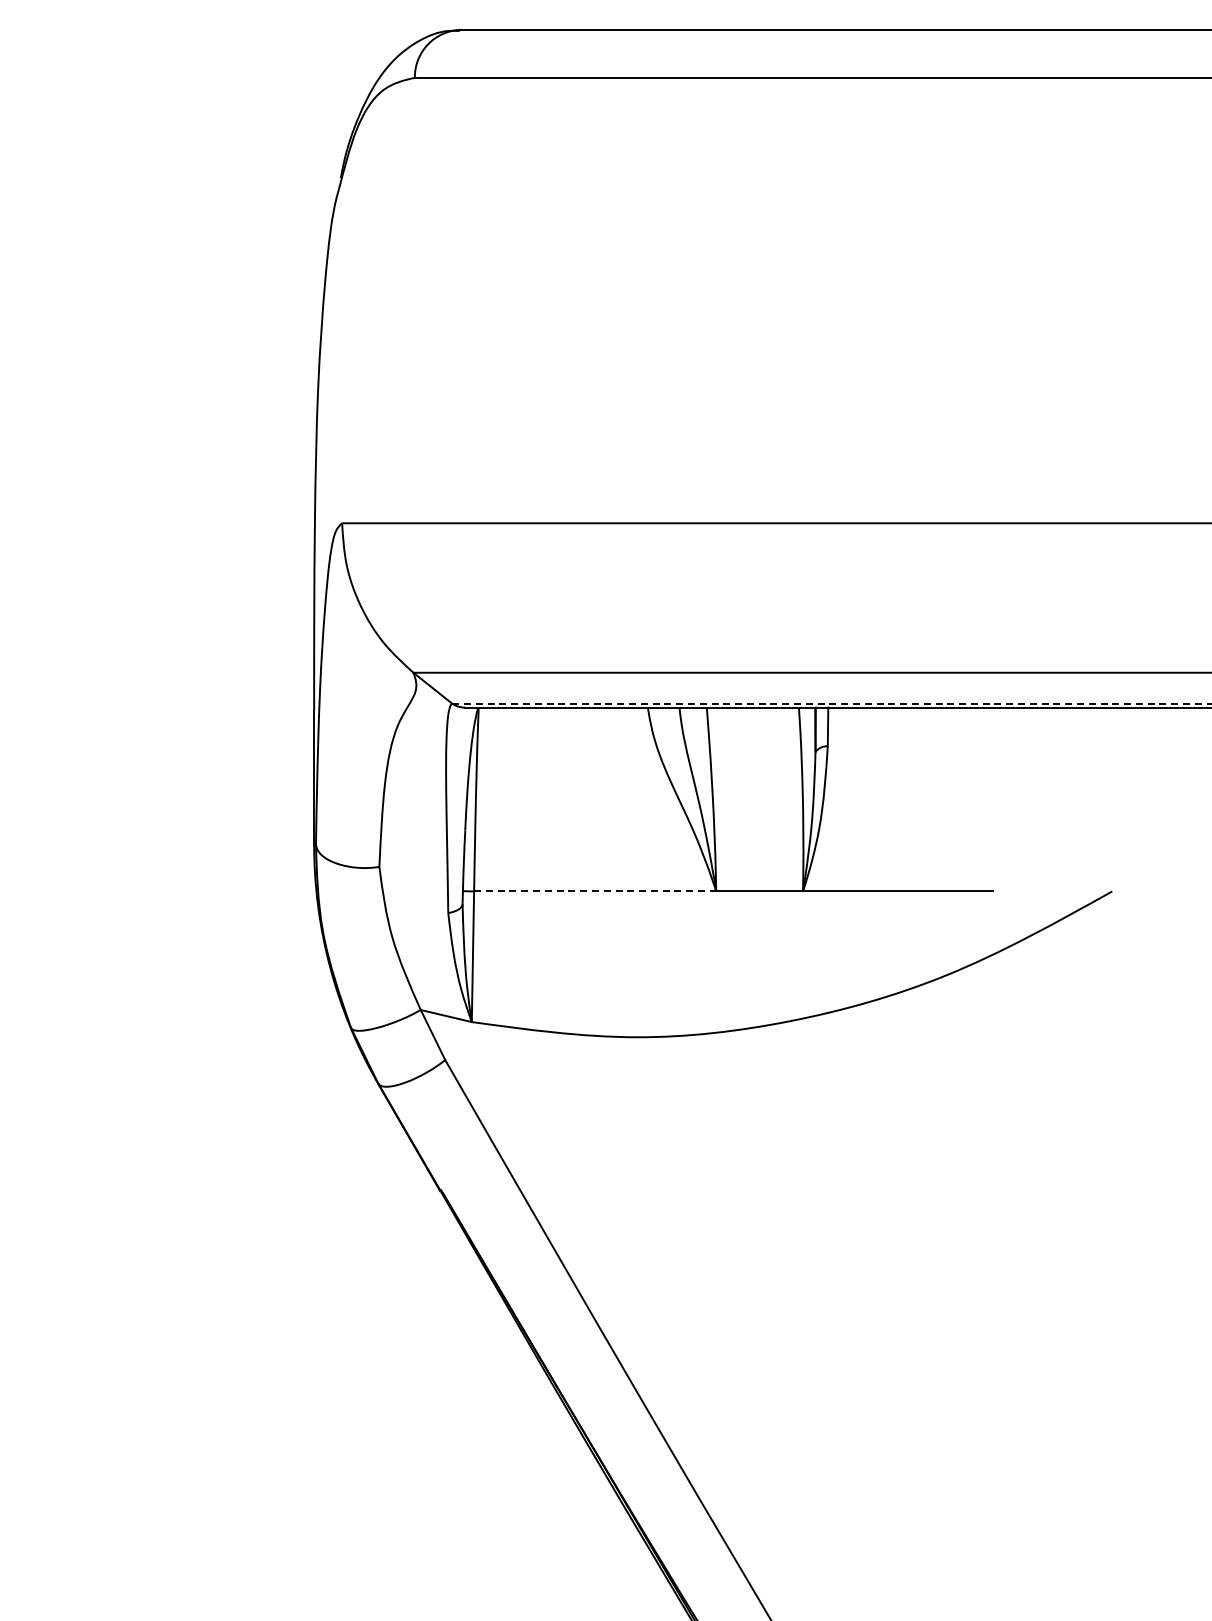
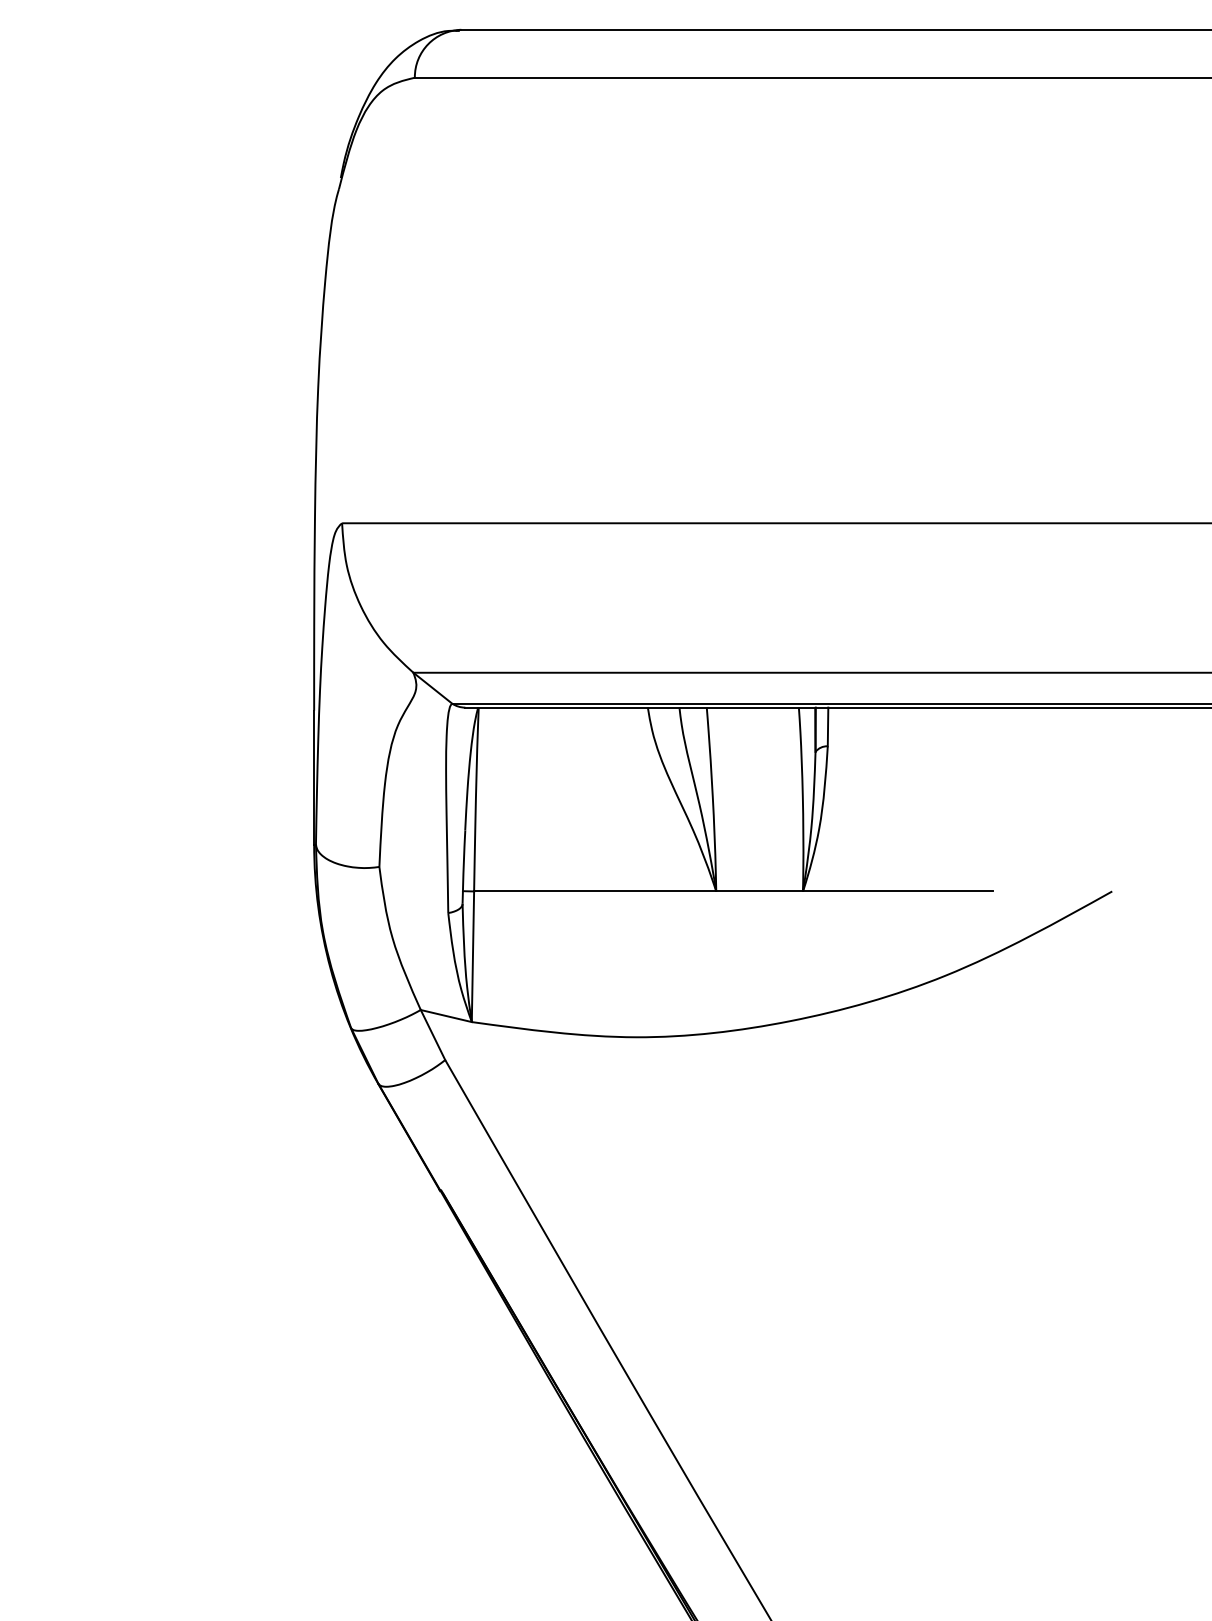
line at (832, 703): dashed -> solid
line at (595, 891): dashed -> solid
